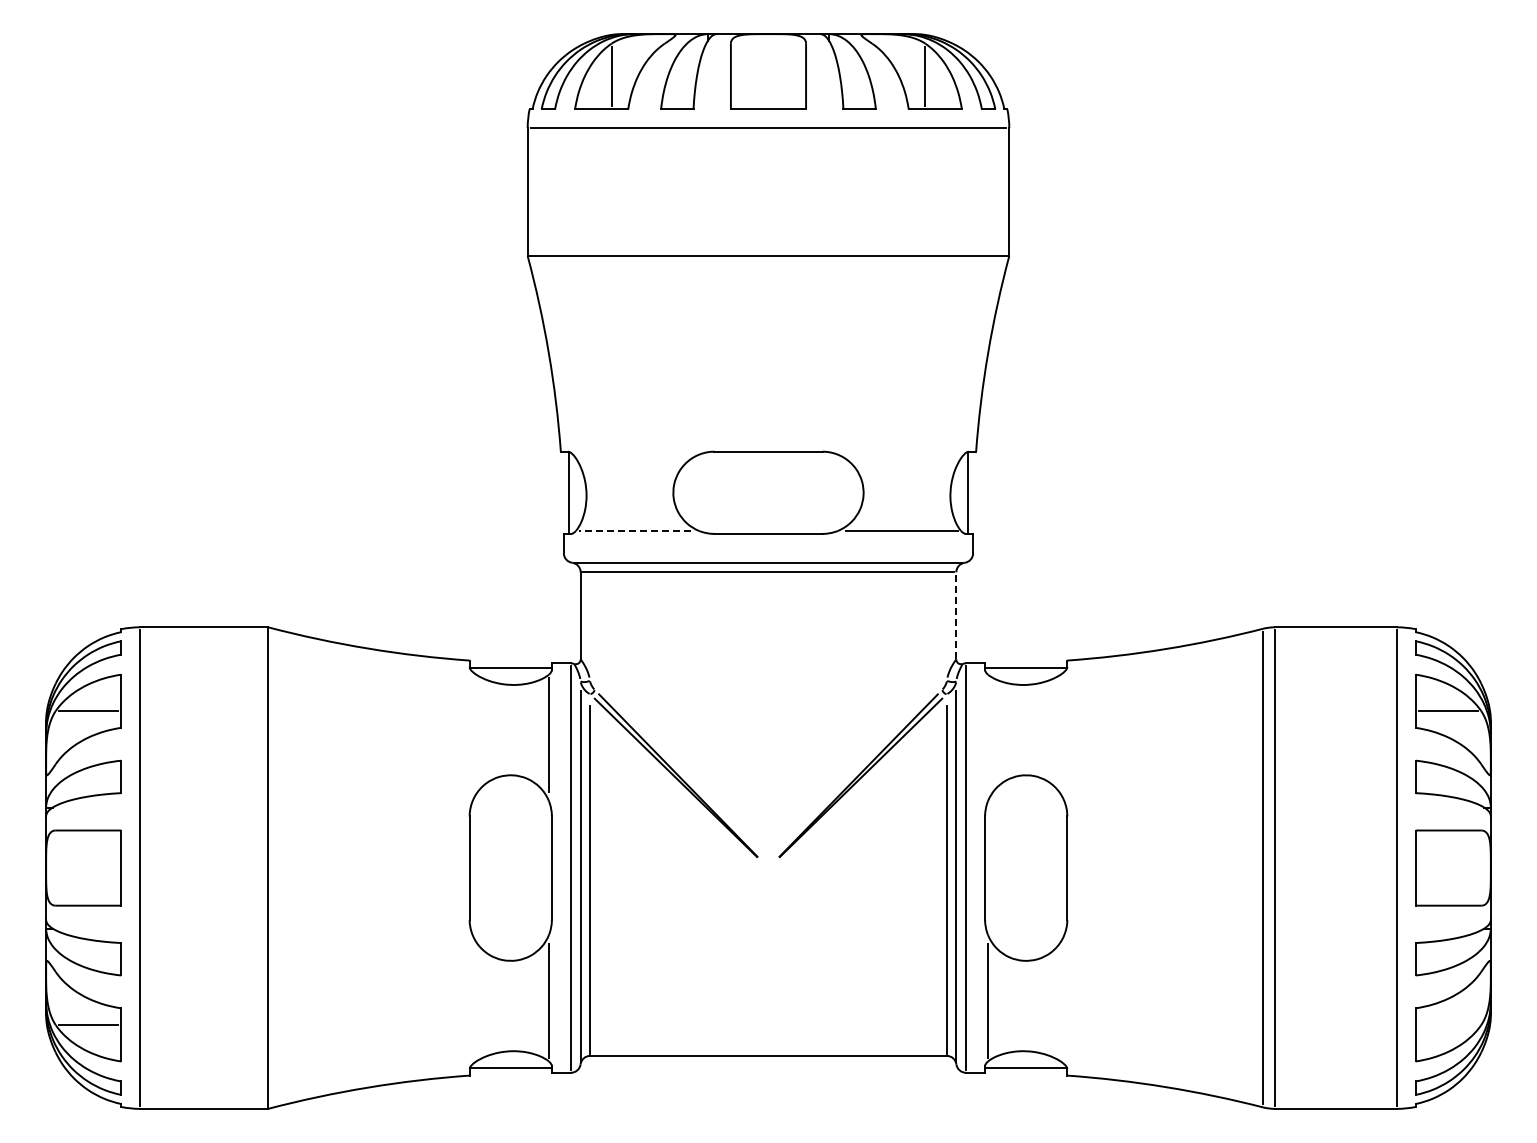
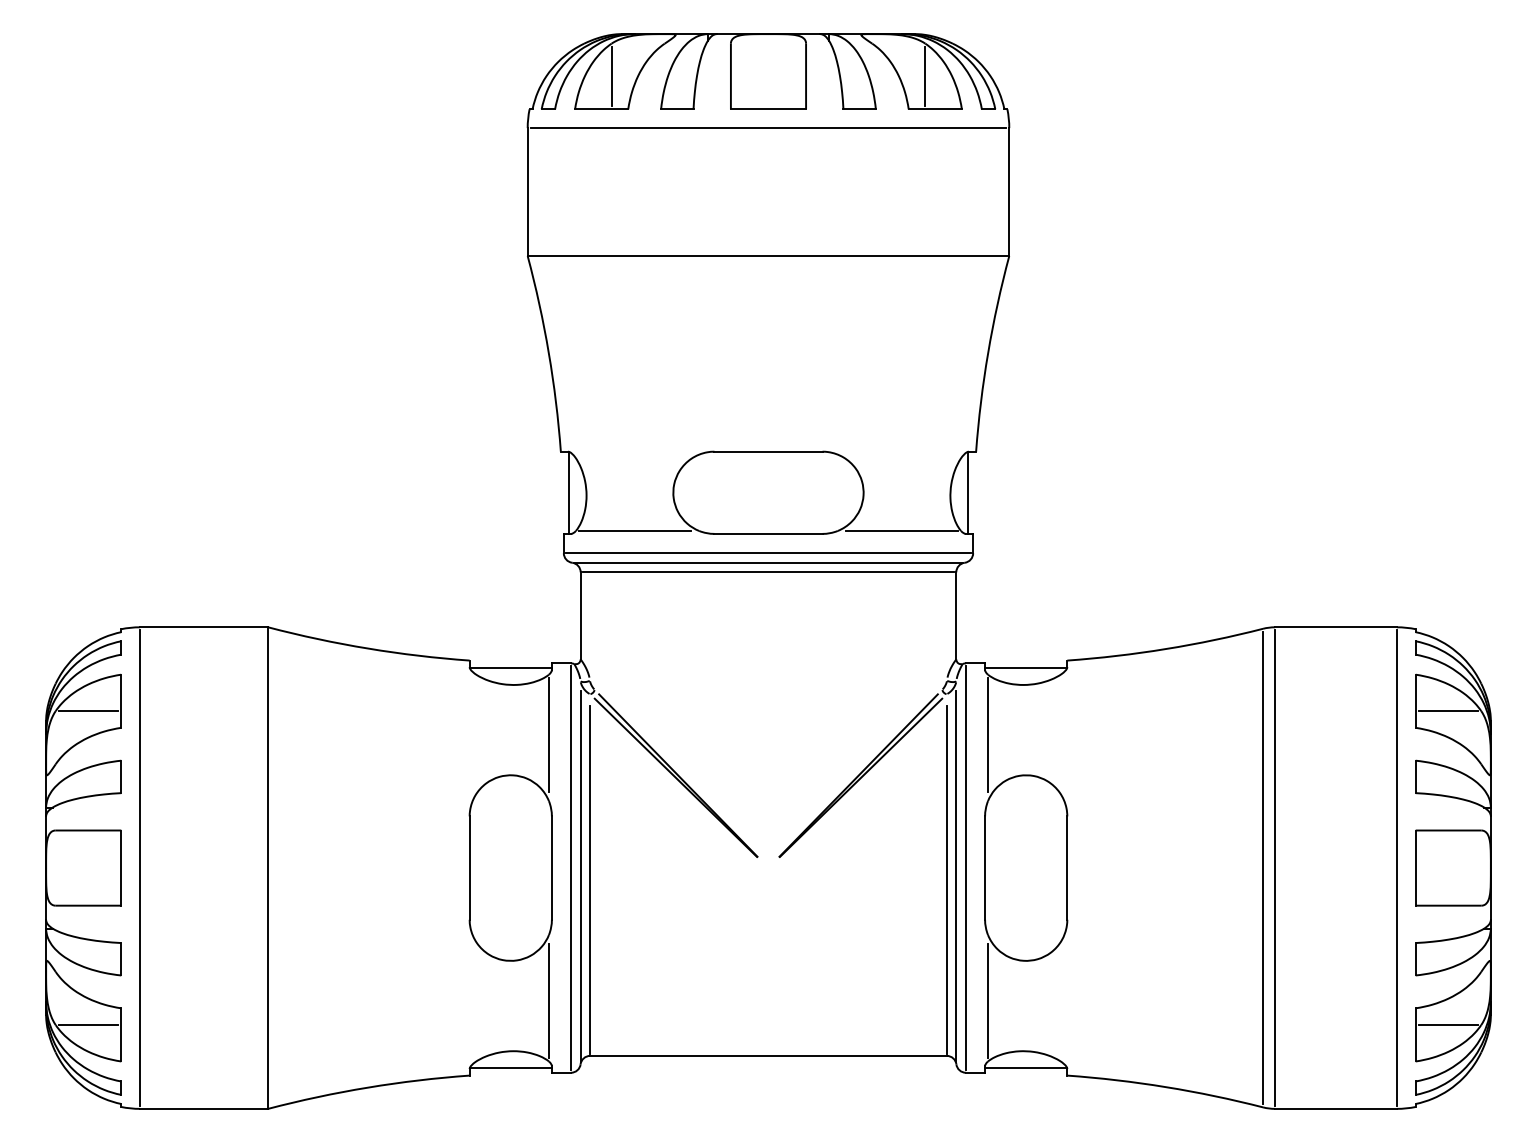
line at (634, 530): dashed -> solid
line at (768, 553): none -> present
line at (956, 615): dashed -> solid
line at (988, 734): none -> present
line at (1447, 1025): none -> present
